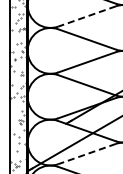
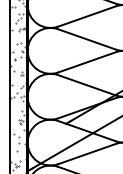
line at (87, 16): dashed -> solid
line at (87, 154): dashed -> solid
